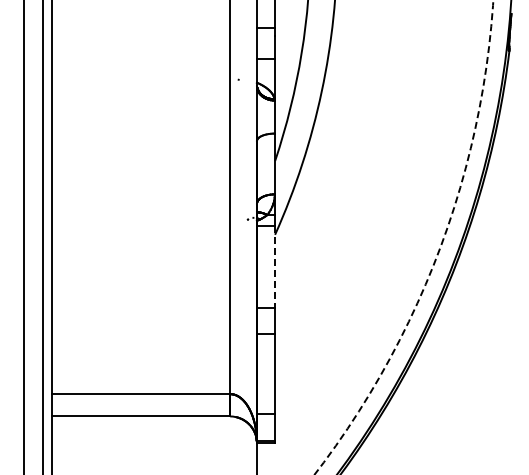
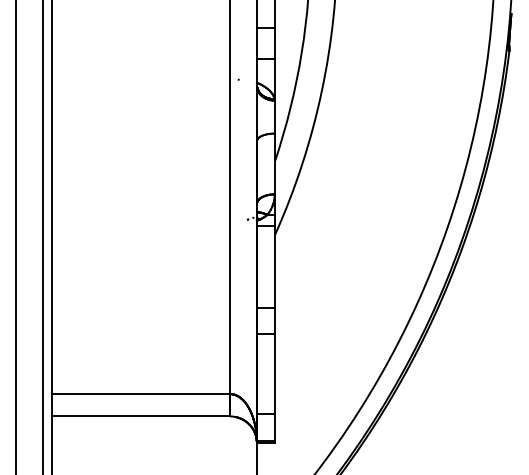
line at (23, 236) position: (23, 236) -> (15, 236)
arc at (439, 249): dashed -> solid
line at (274, 267): dashed -> solid
